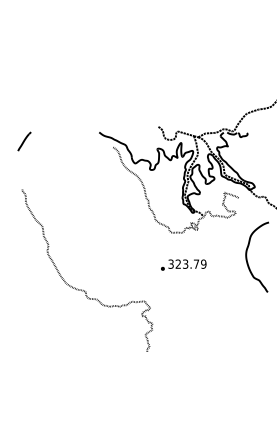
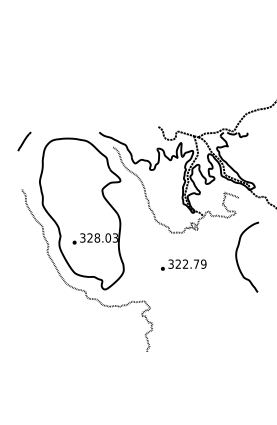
part at (81, 213): none -> present
curve at (247, 256) position: (247, 256) -> (237, 256)
text at (185, 264): 323.79 -> 322.79
